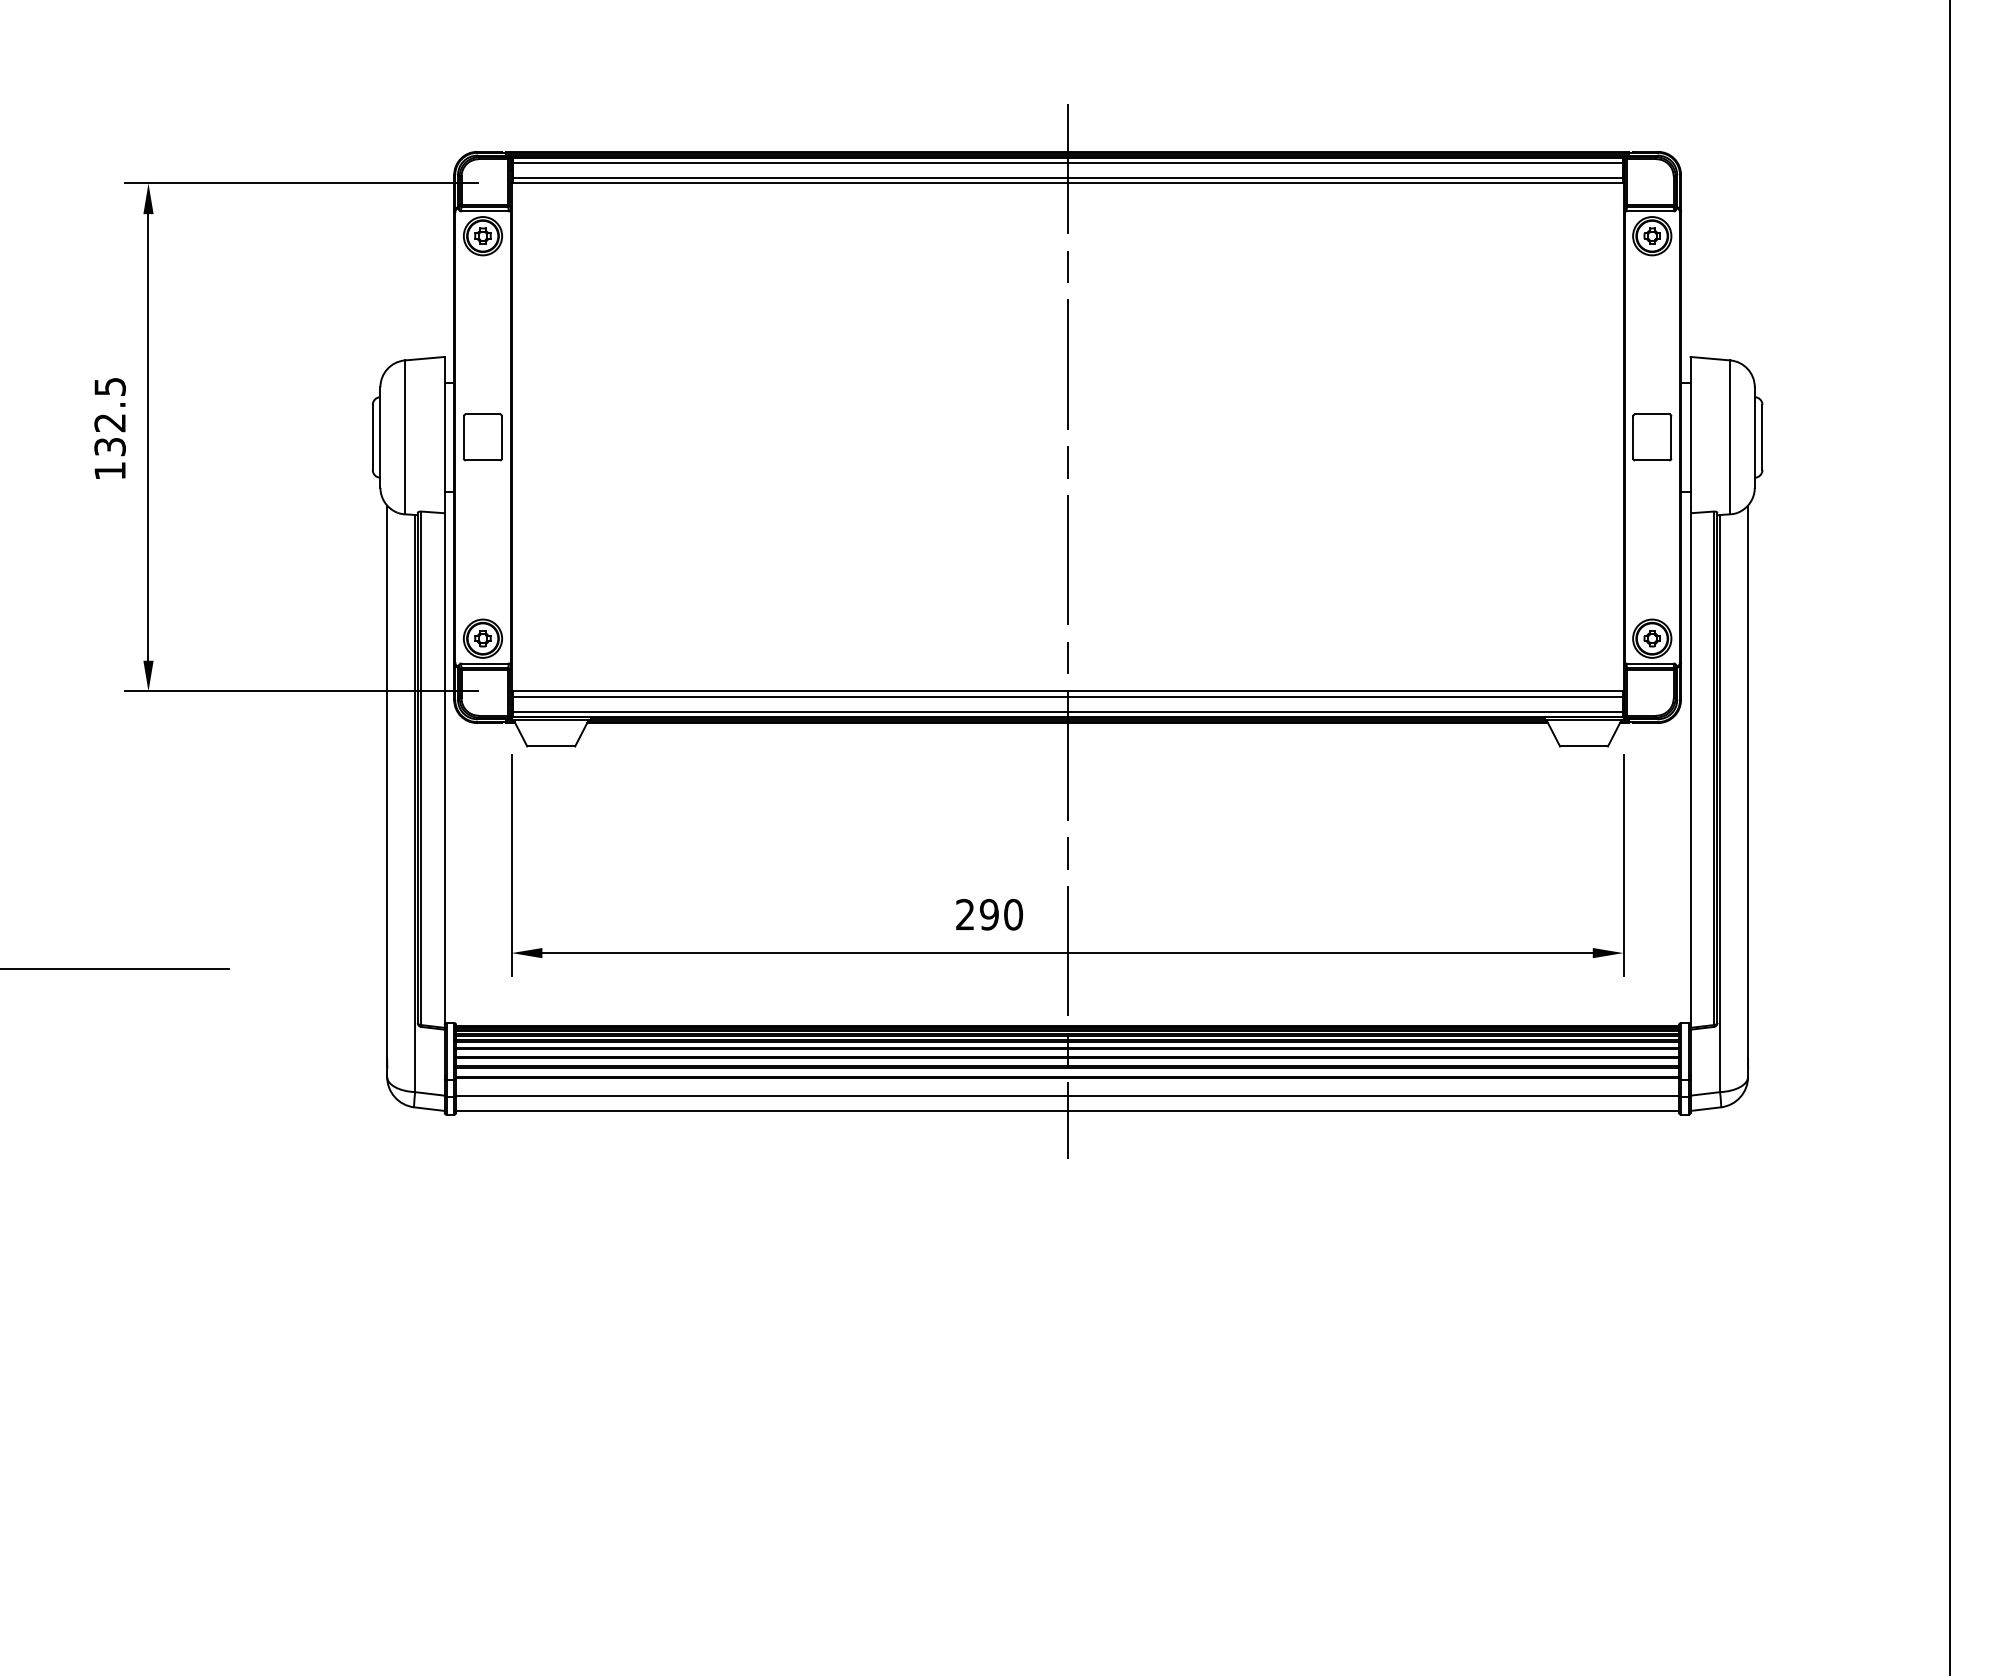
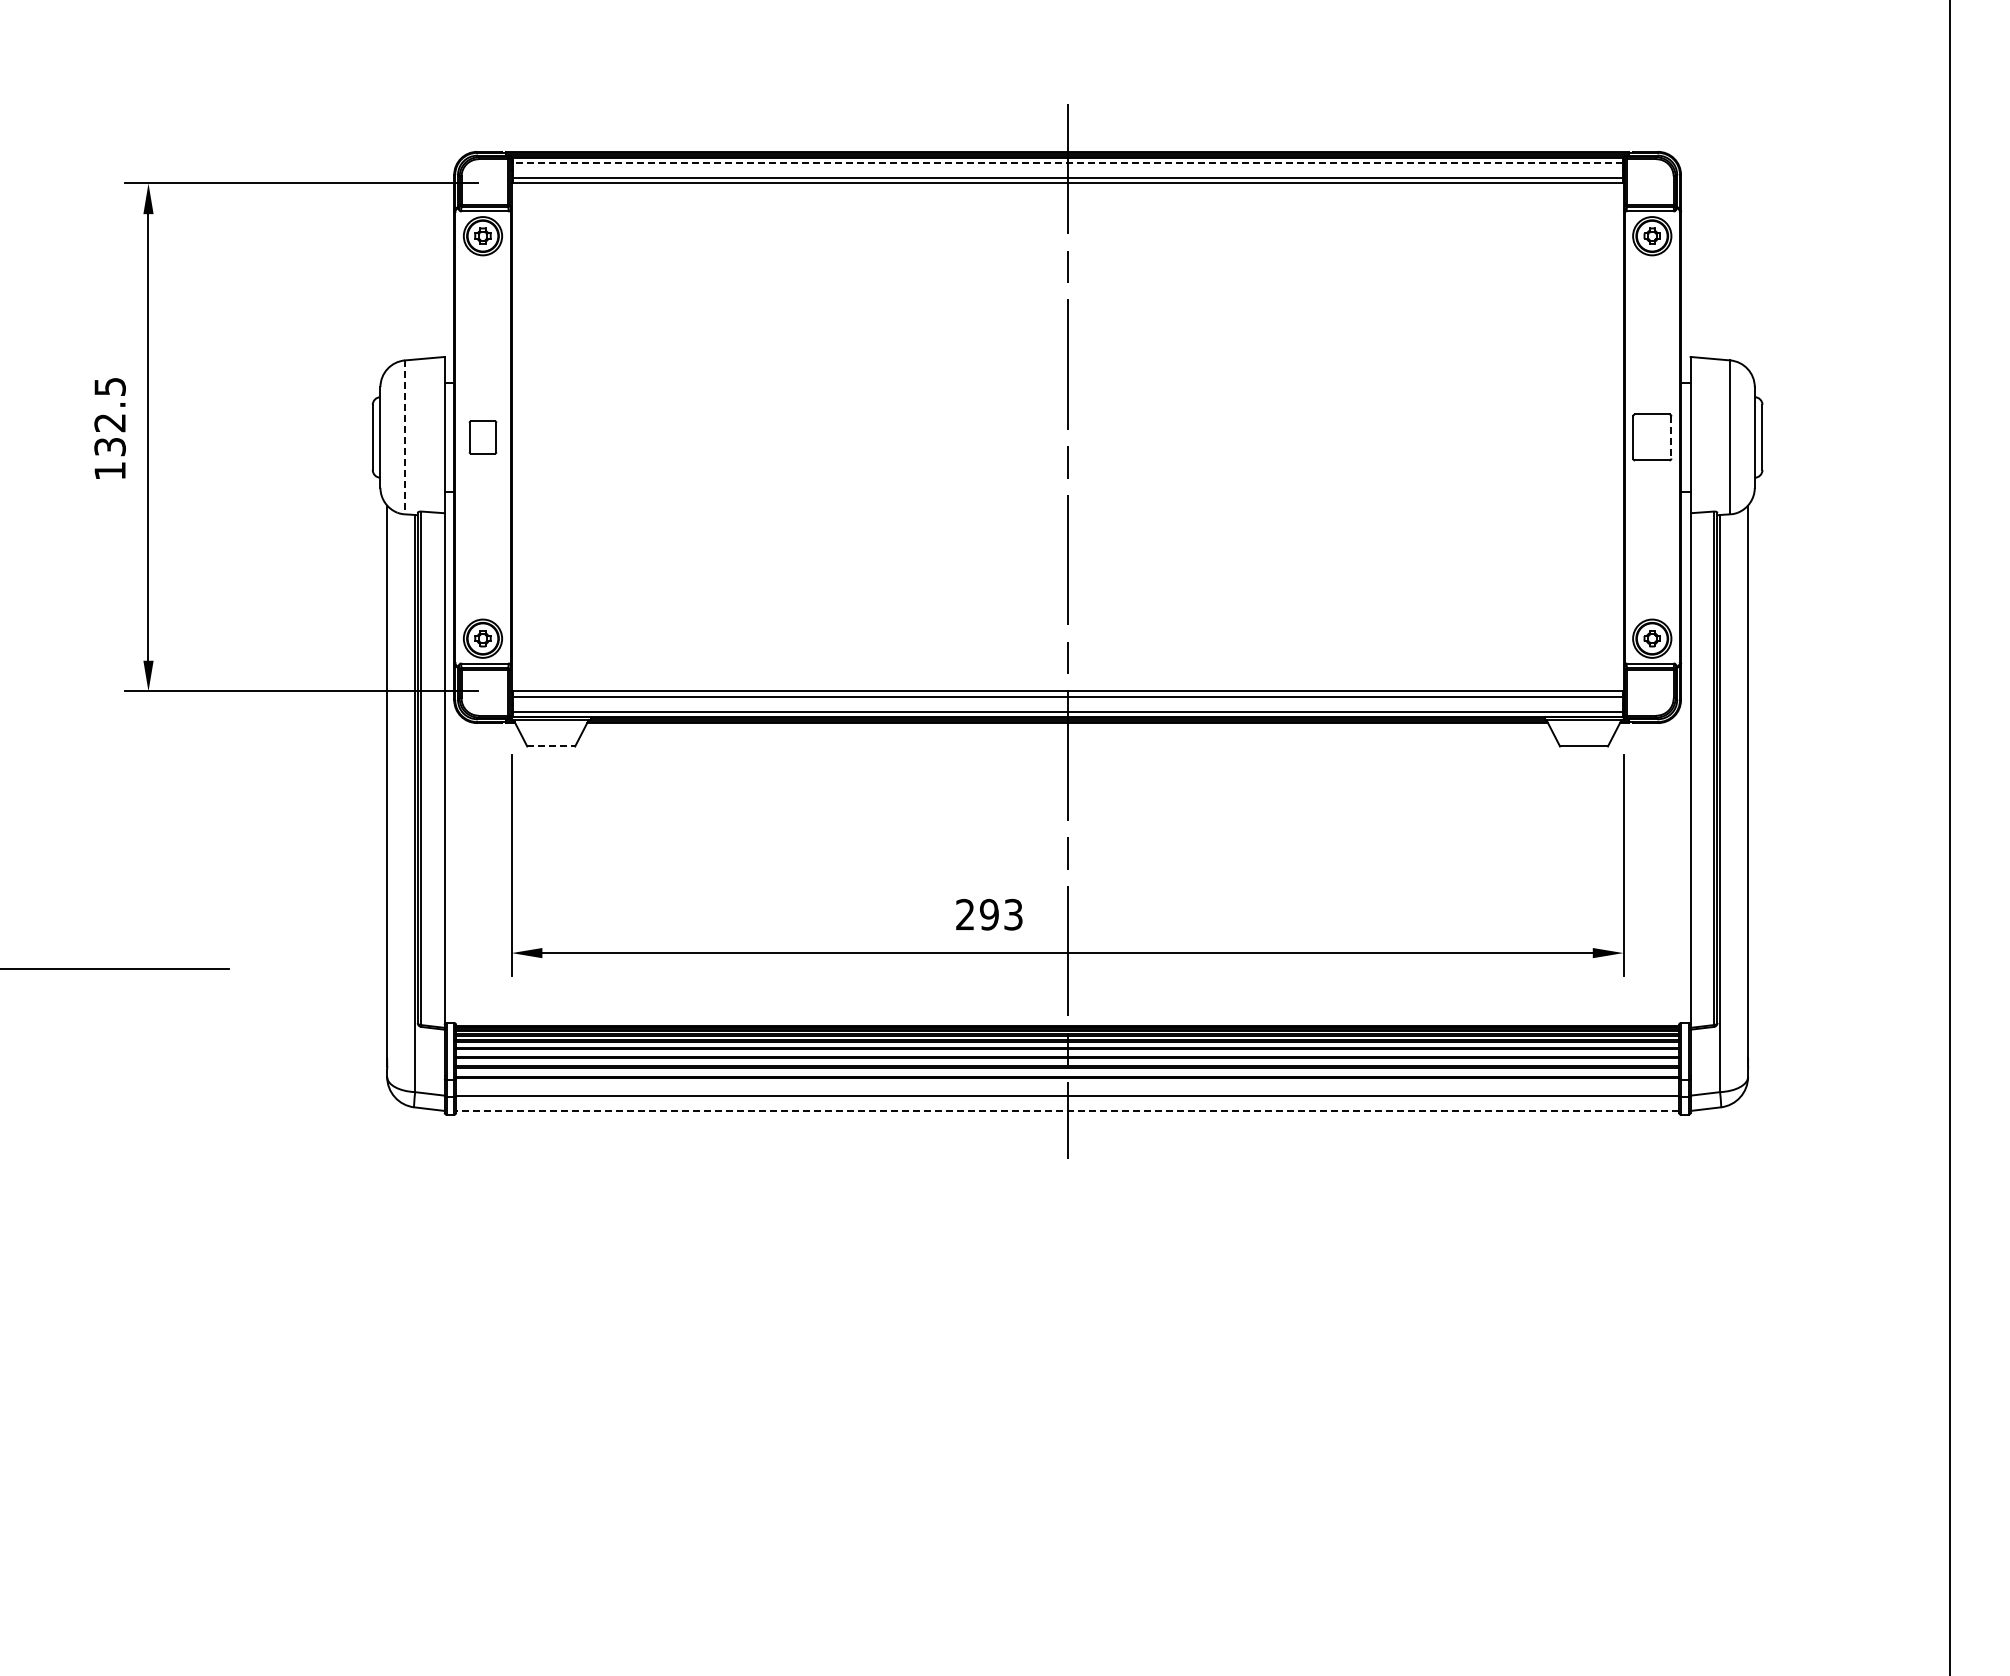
line at (1067, 163): solid -> dashed
line at (404, 437): solid -> dashed
part at (482, 437) size: 40x49 px -> 30x35 px
line at (1671, 437): solid -> dashed
line at (551, 746): solid -> dashed
text at (1013, 914): 290 -> 293
line at (1067, 1110): solid -> dashed
